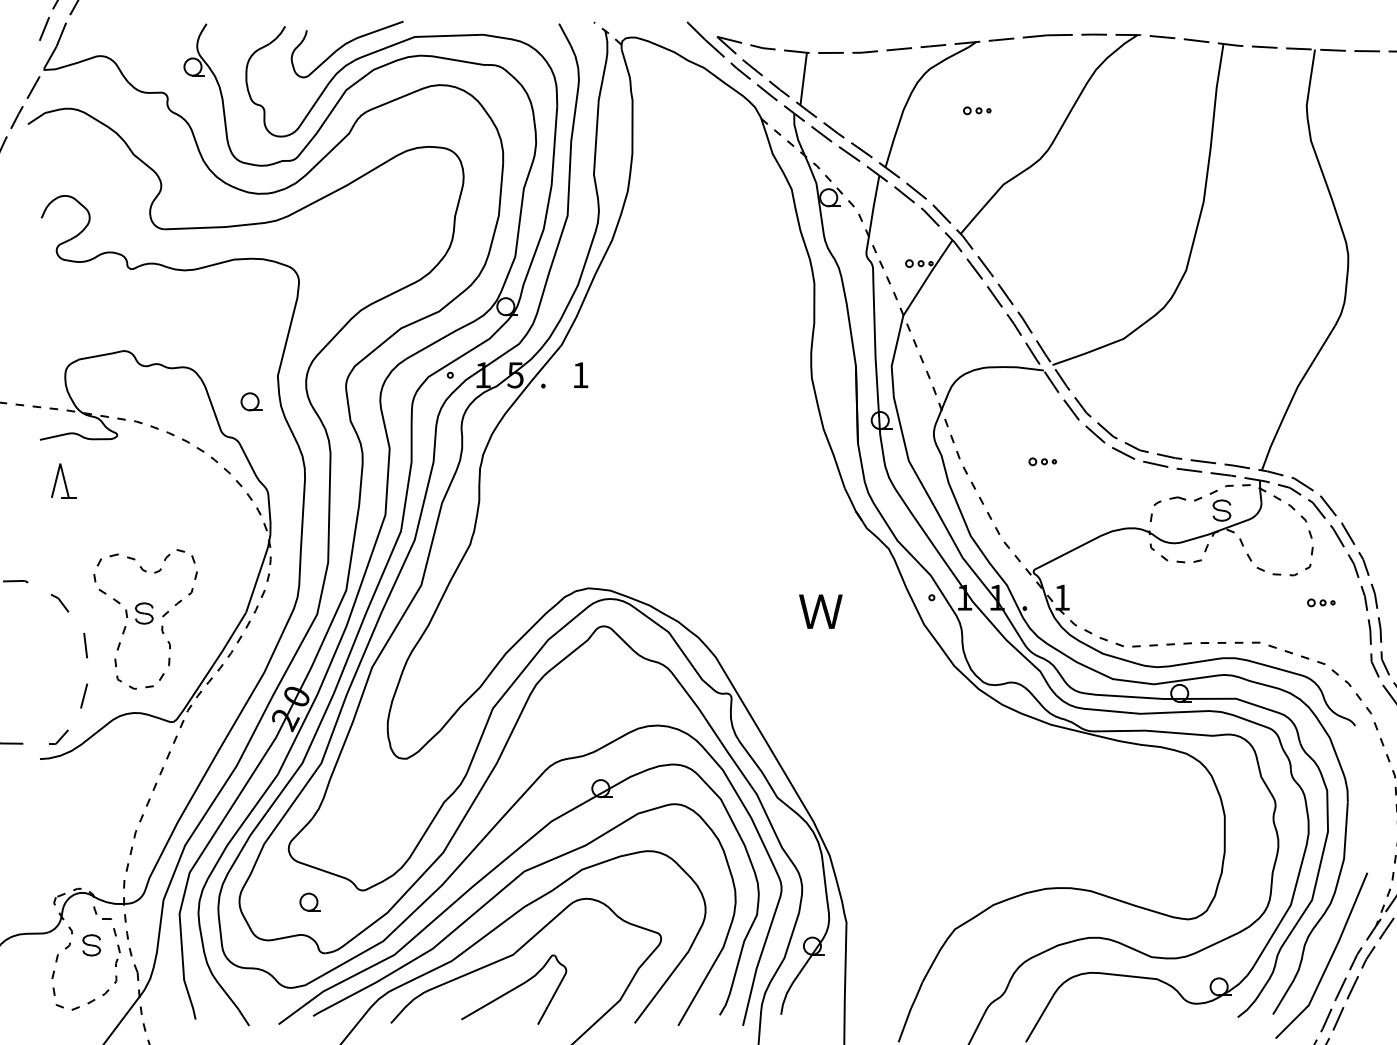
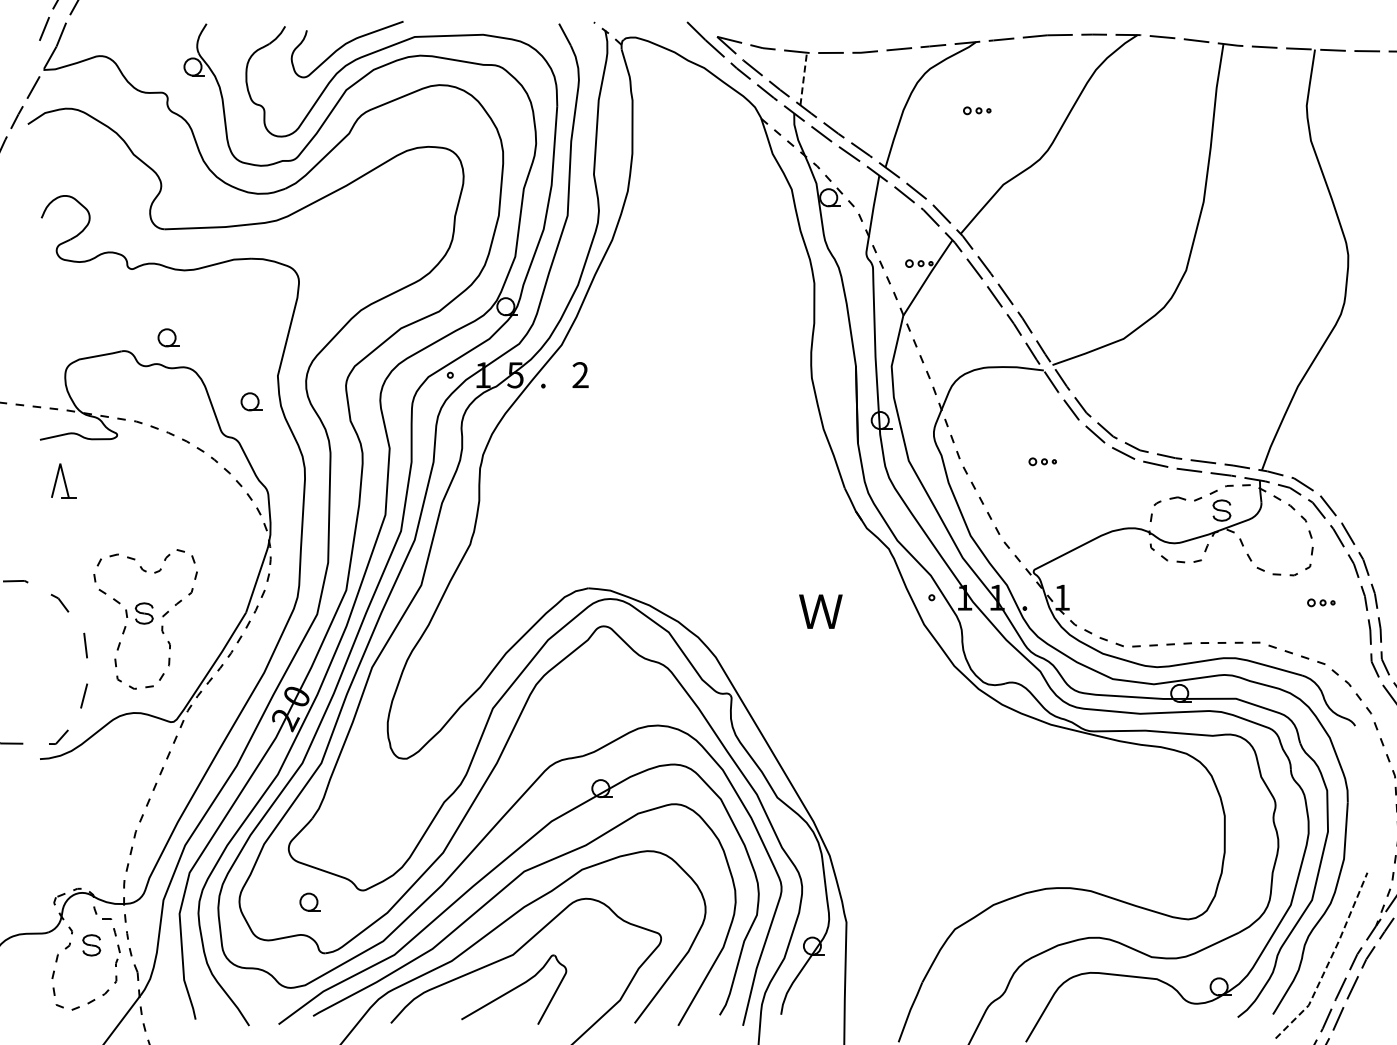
line at (803, 77): solid -> dashed
part at (168, 337): none -> present
text at (580, 374): 1 -> 2
line at (1330, 960): solid -> dashed
